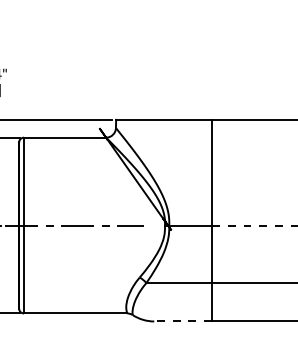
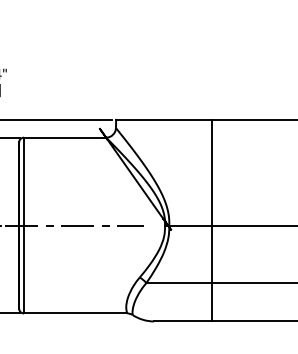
line at (254, 225): dashed -> solid
line at (183, 321): dashed -> solid
